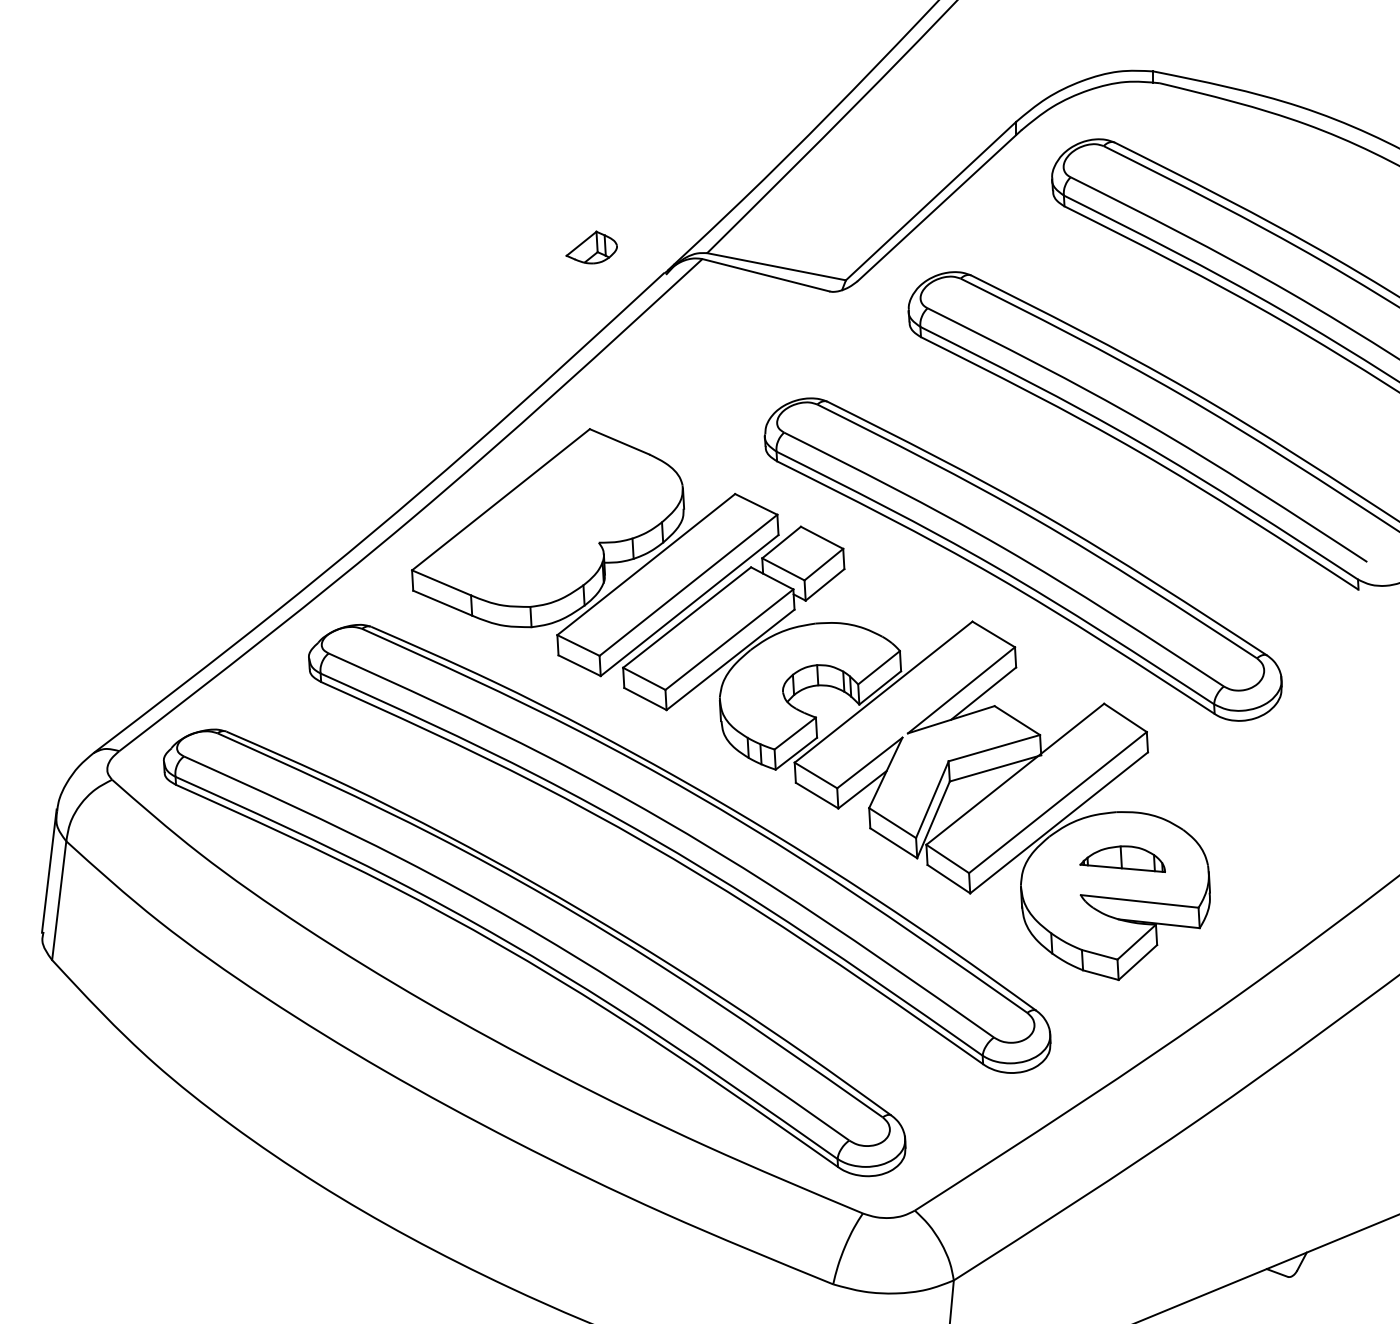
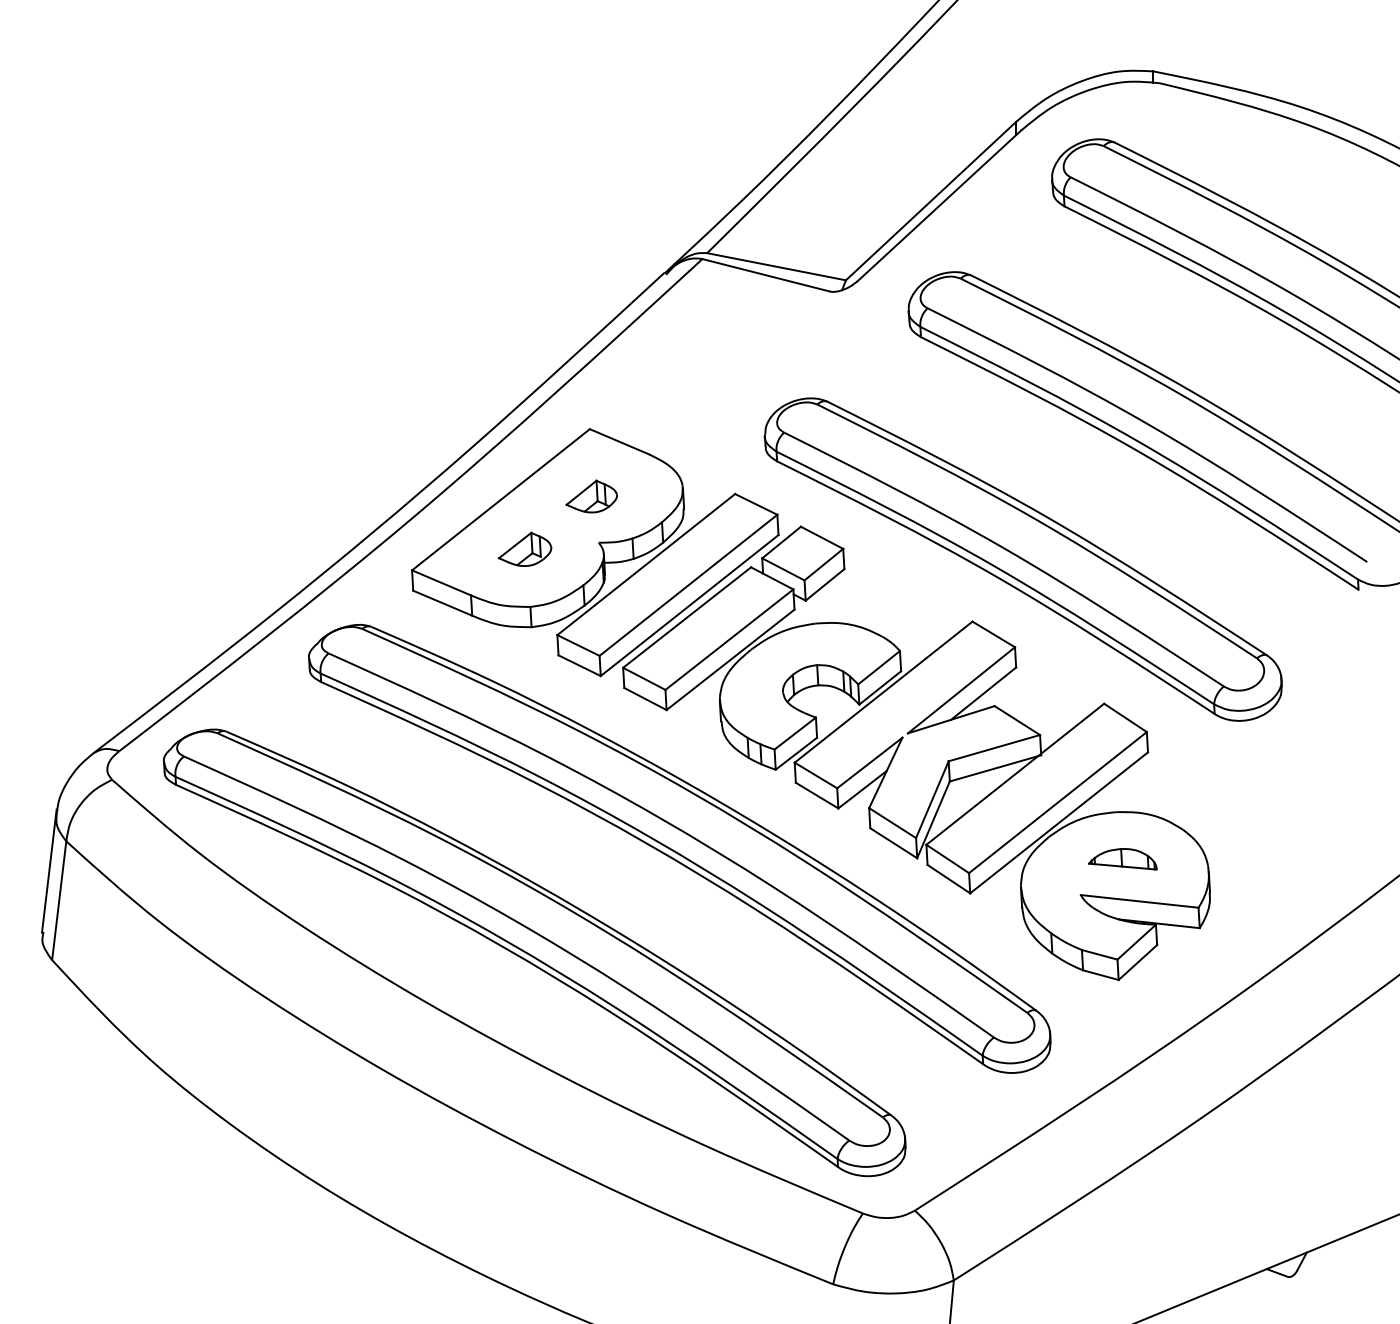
part at (591, 247) position: (591, 247) -> (591, 496)
part at (524, 548): none -> present
part at (1122, 858) size: 87x28 px -> 70x23 px
